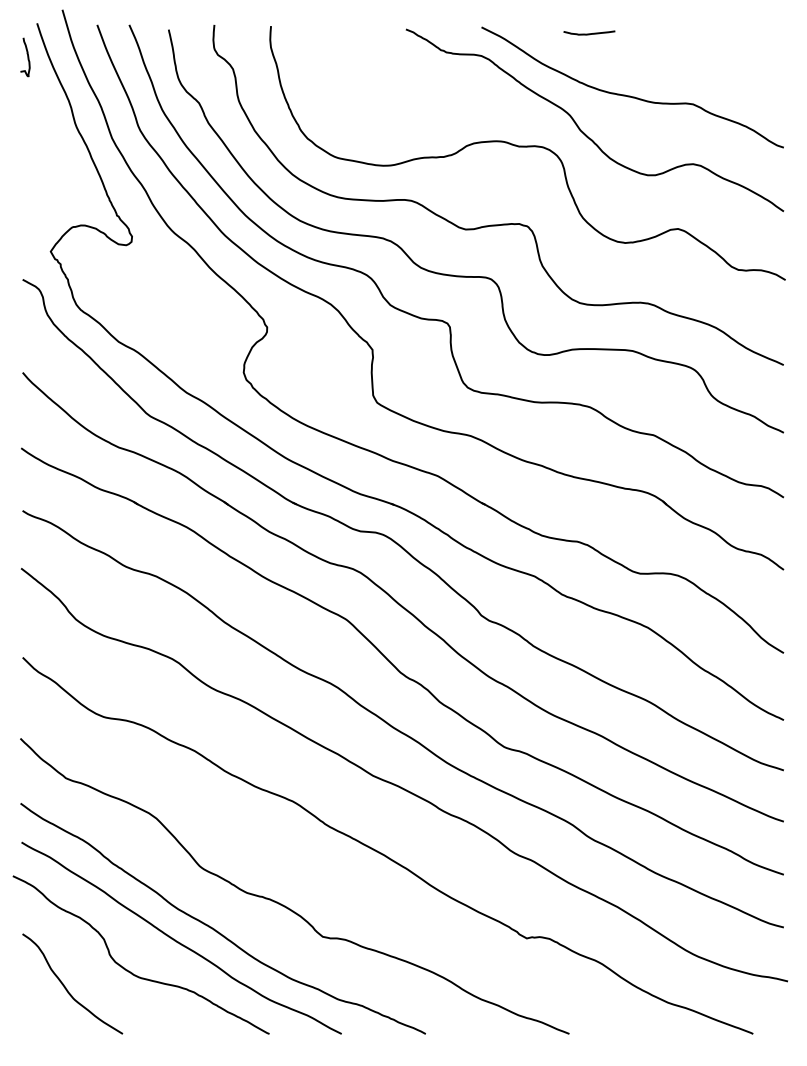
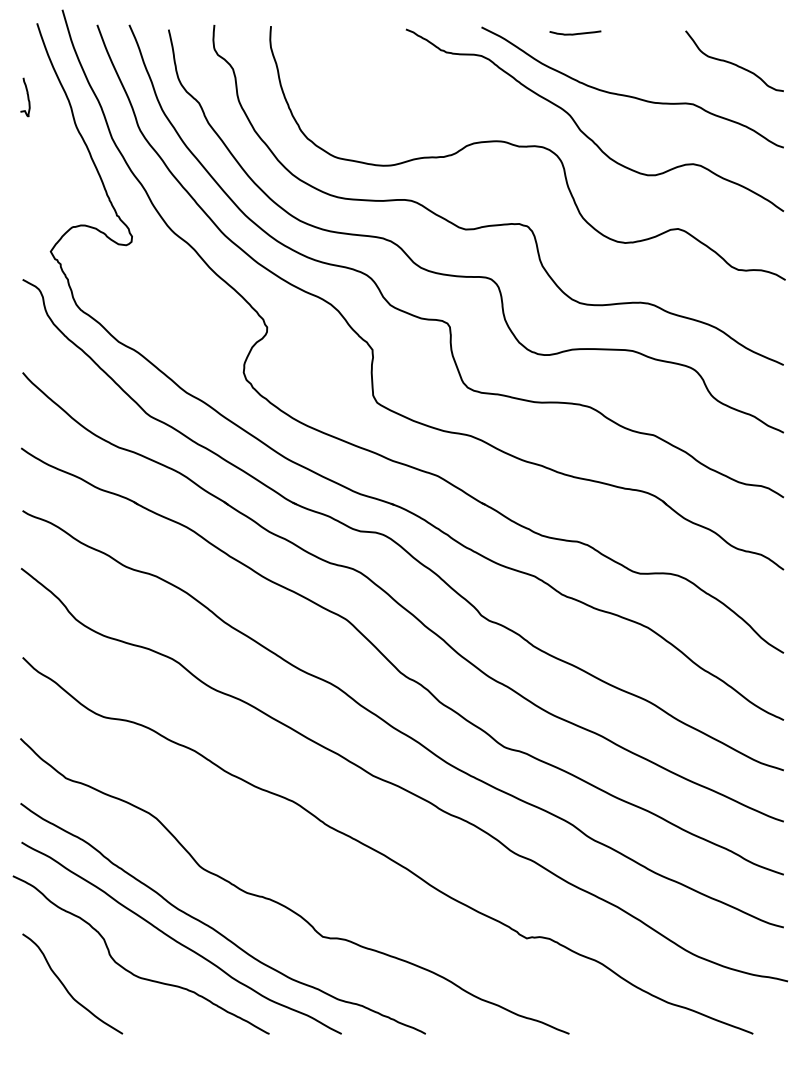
curve at (589, 33) position: (589, 33) -> (575, 33)
curve at (27, 57) position: (27, 57) -> (27, 97)
curve at (734, 63): none -> present
